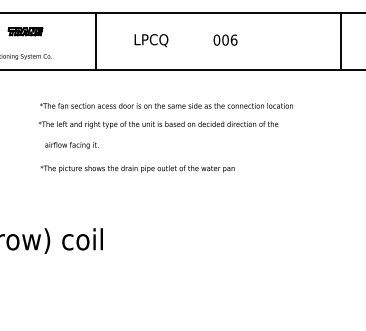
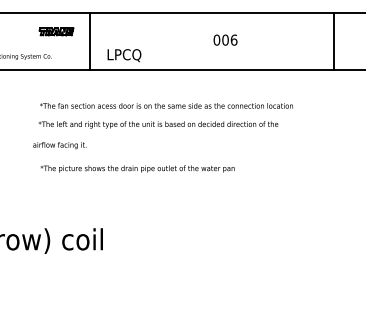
part at (25, 31) position: (25, 31) -> (56, 31)
text at (151, 40) position: (151, 40) -> (124, 55)
line at (95, 41) position: (95, 41) -> (89, 41)
line at (341, 41) position: (341, 41) -> (334, 41)
text at (71, 145) position: (71, 145) -> (59, 145)
